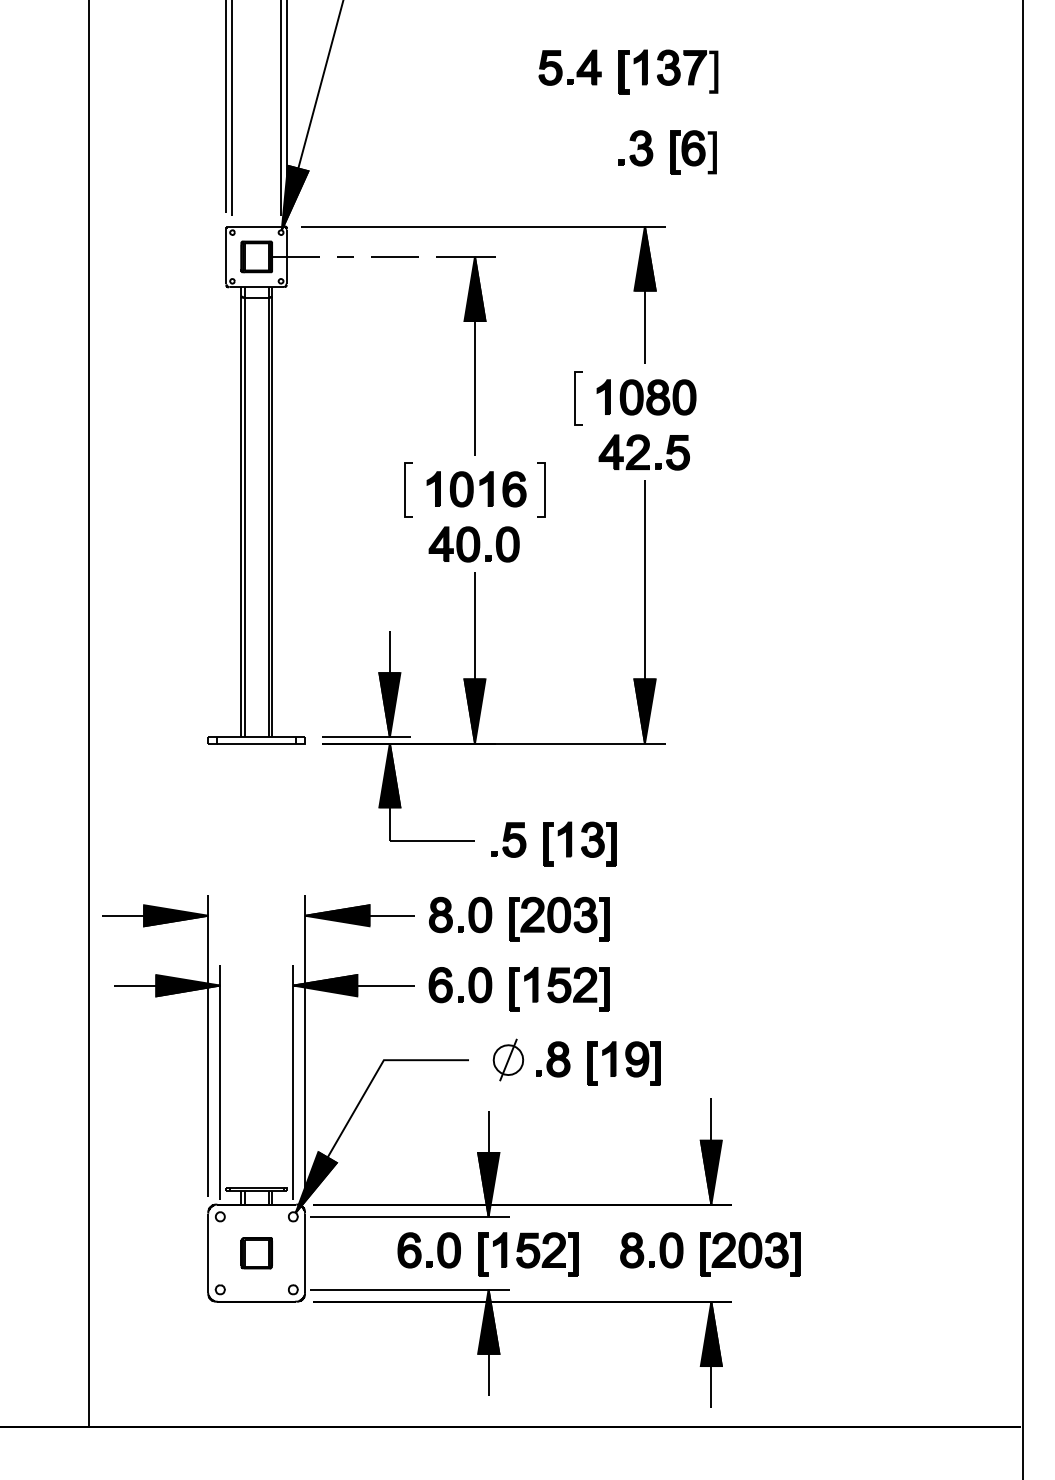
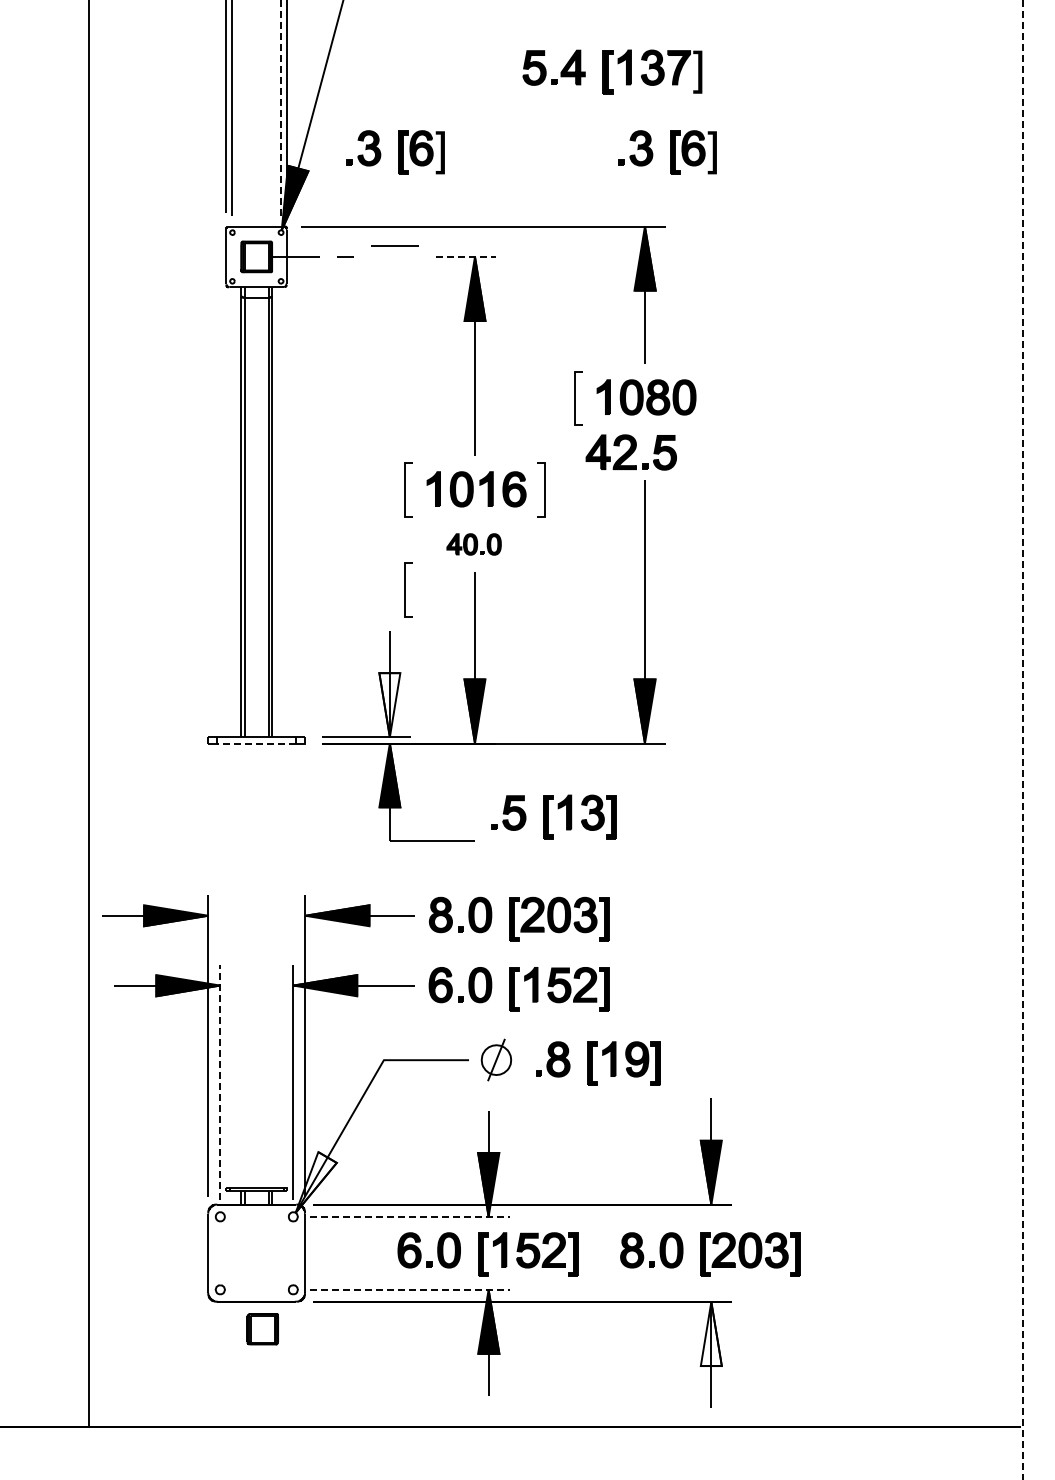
part at (628, 71) position: (628, 71) -> (612, 71)
line at (281, 107): solid -> dashed
part at (395, 152): none -> present
line at (394, 256) position: (394, 256) -> (394, 245)
line at (466, 256): solid -> dashed
part at (643, 452) position: (643, 452) -> (630, 452)
part at (473, 544) size: 92x37 px -> 56x23 px
line at (405, 589): none -> present
fill at (389, 705): present -> none
line at (1023, 739): solid -> dashed
line at (256, 743): solid -> dashed
part at (553, 843) position: (553, 843) -> (553, 816)
part at (508, 1059) position: (508, 1059) -> (496, 1059)
line at (220, 1082): solid -> dashed
fill at (315, 1182): present -> none
line at (410, 1216): solid -> dashed
part at (256, 1253) position: (256, 1253) -> (262, 1329)
line at (410, 1289): solid -> dashed
fill at (710, 1333): present -> none
